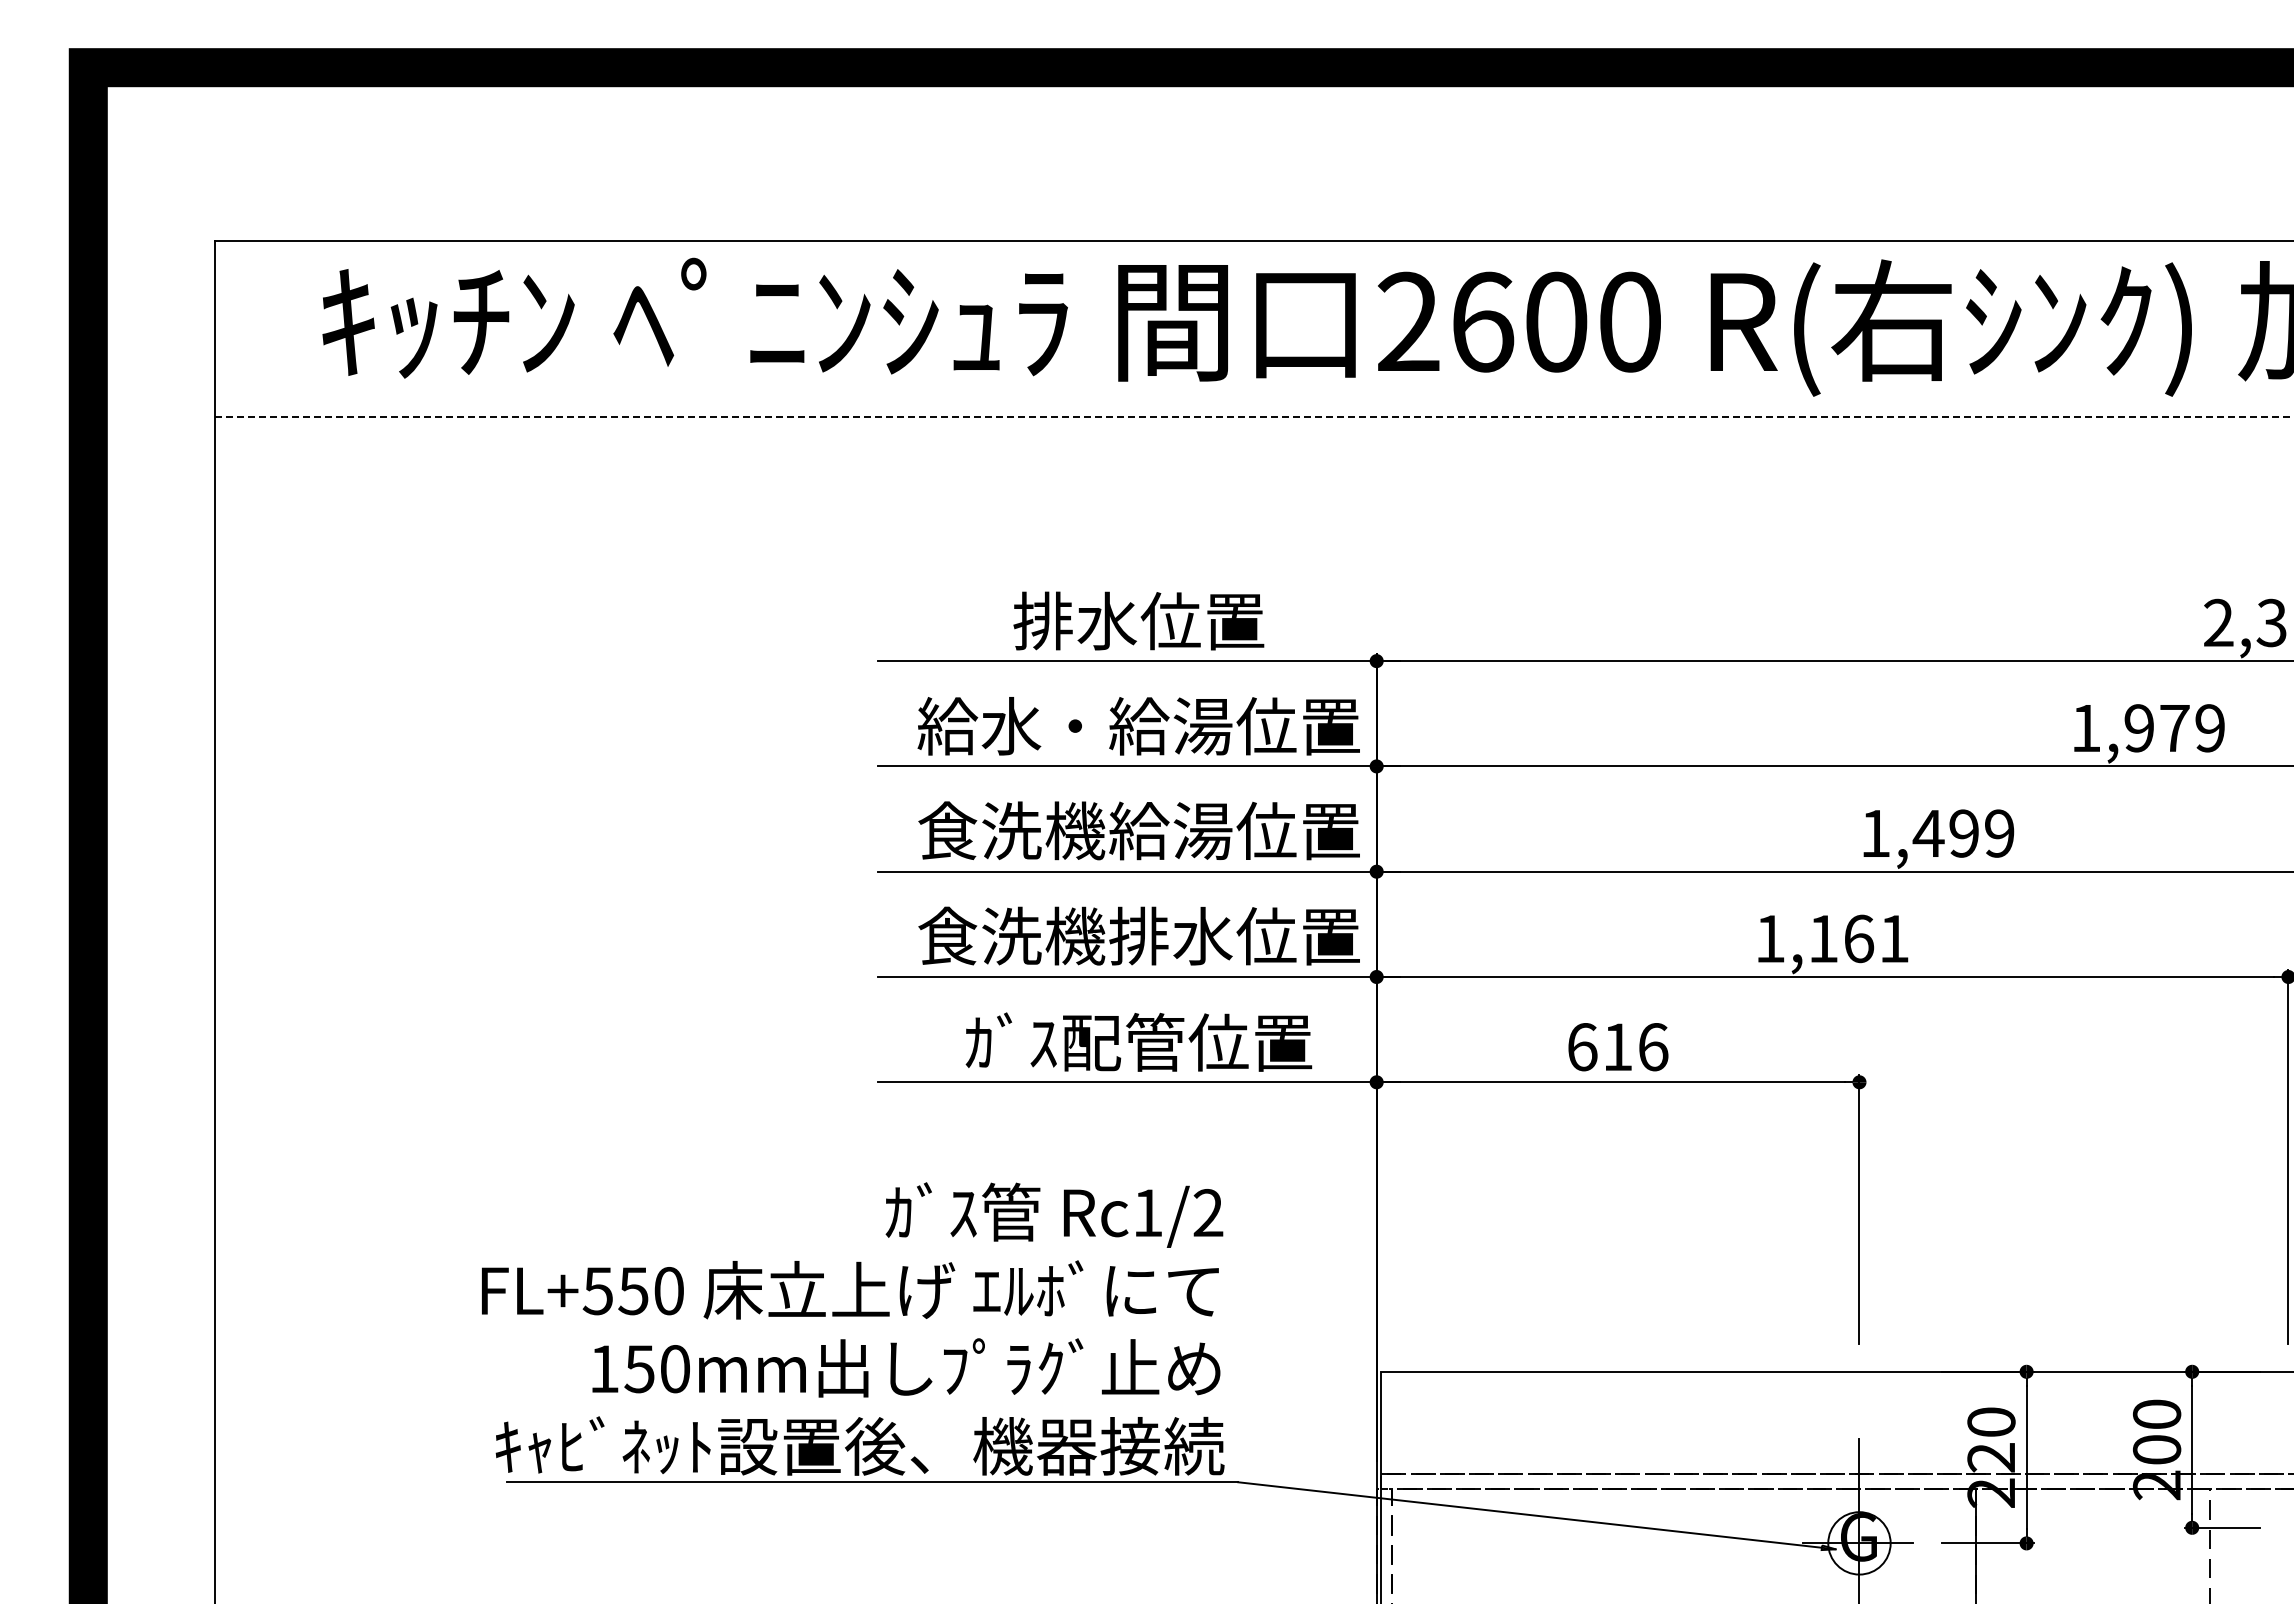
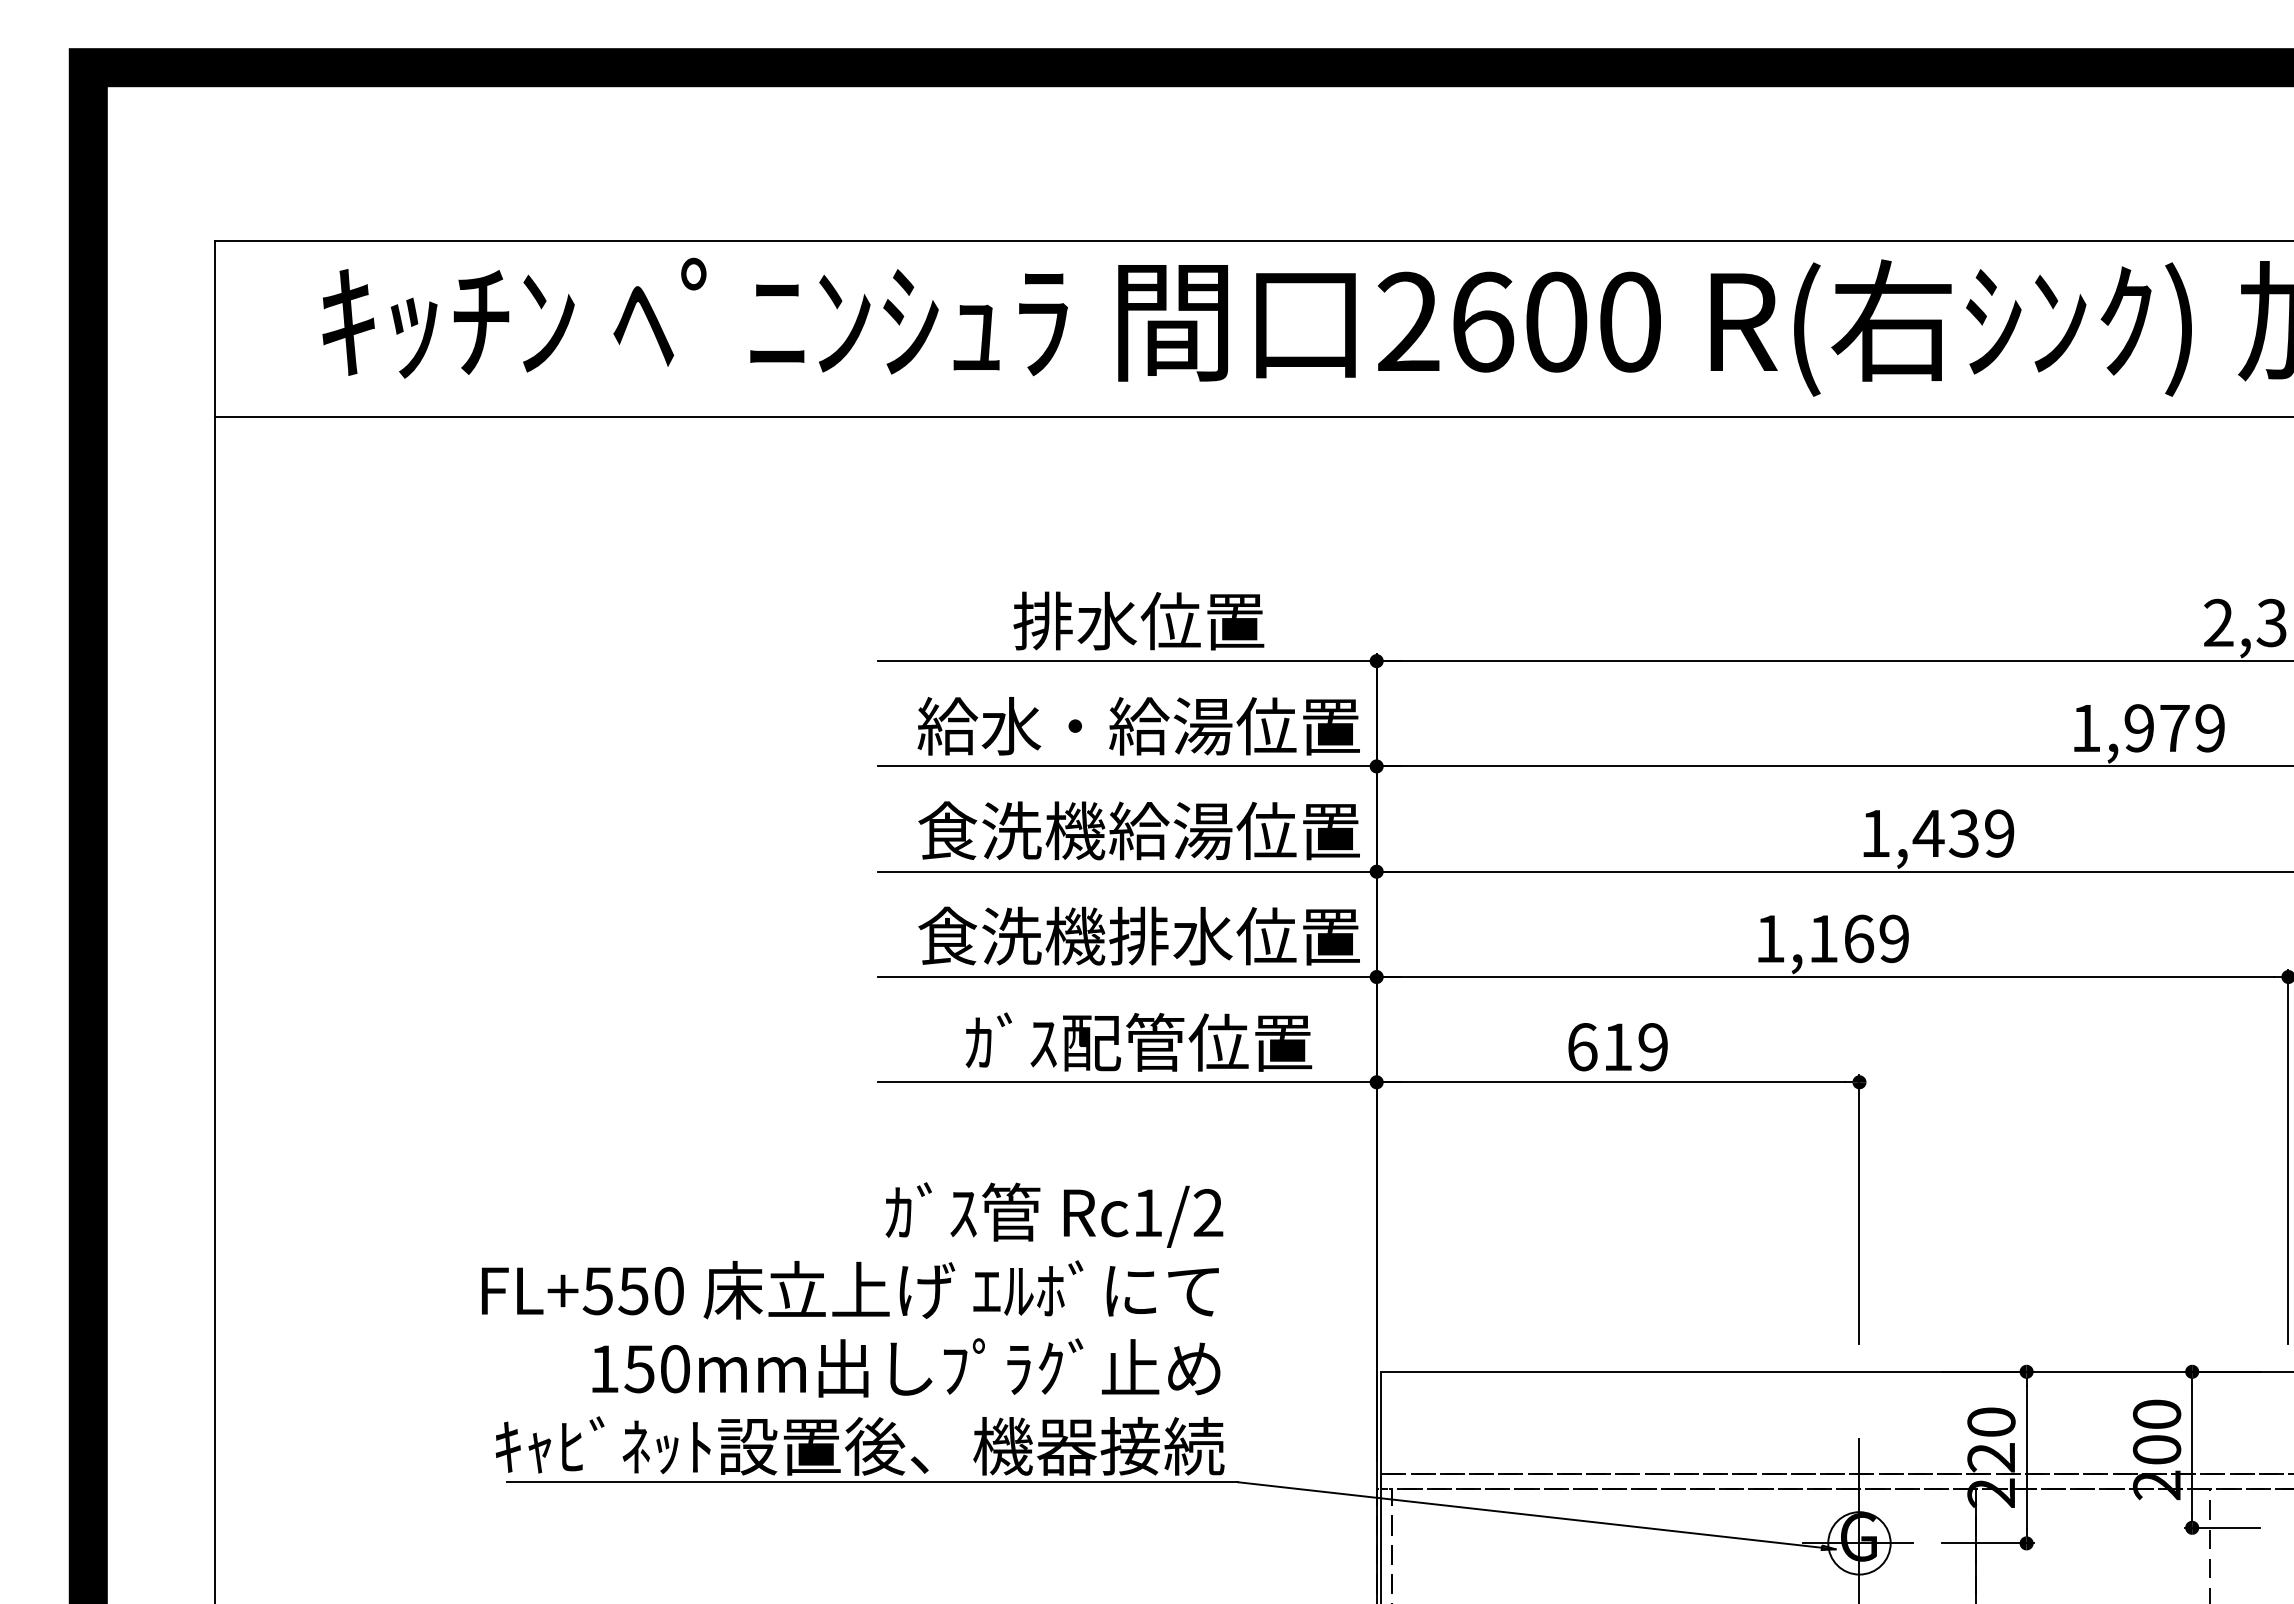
line at (1254, 417): dashed -> solid
text at (1963, 833): 1,499 -> 1,439
text at (1893, 938): 1,161 -> 1,169
text at (1653, 1047): 616 -> 619
